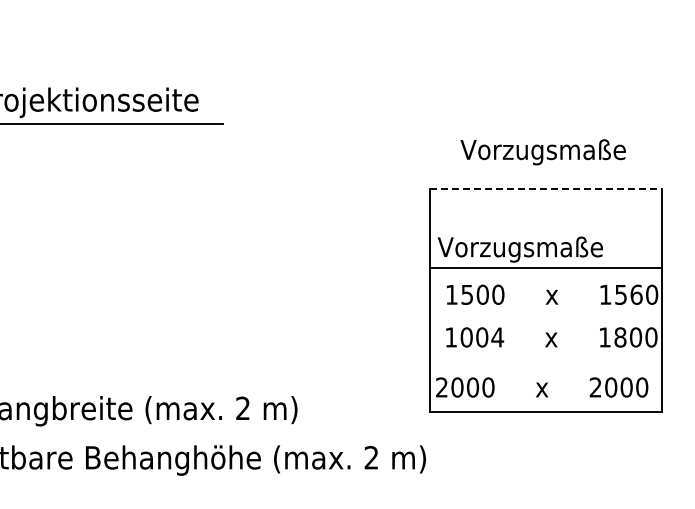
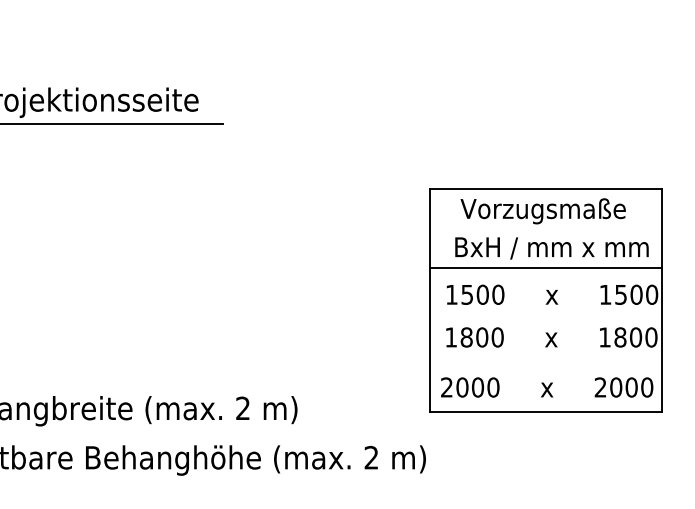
text at (542, 152) position: (542, 152) -> (542, 211)
line at (546, 188): dashed -> solid
text at (542, 249): Vorzugsmaße -> BxH / mm x mm
text at (636, 294): 1560 -> 1500
text at (482, 337): 1004 -> 1800
text at (542, 387) position: (542, 387) -> (547, 387)
